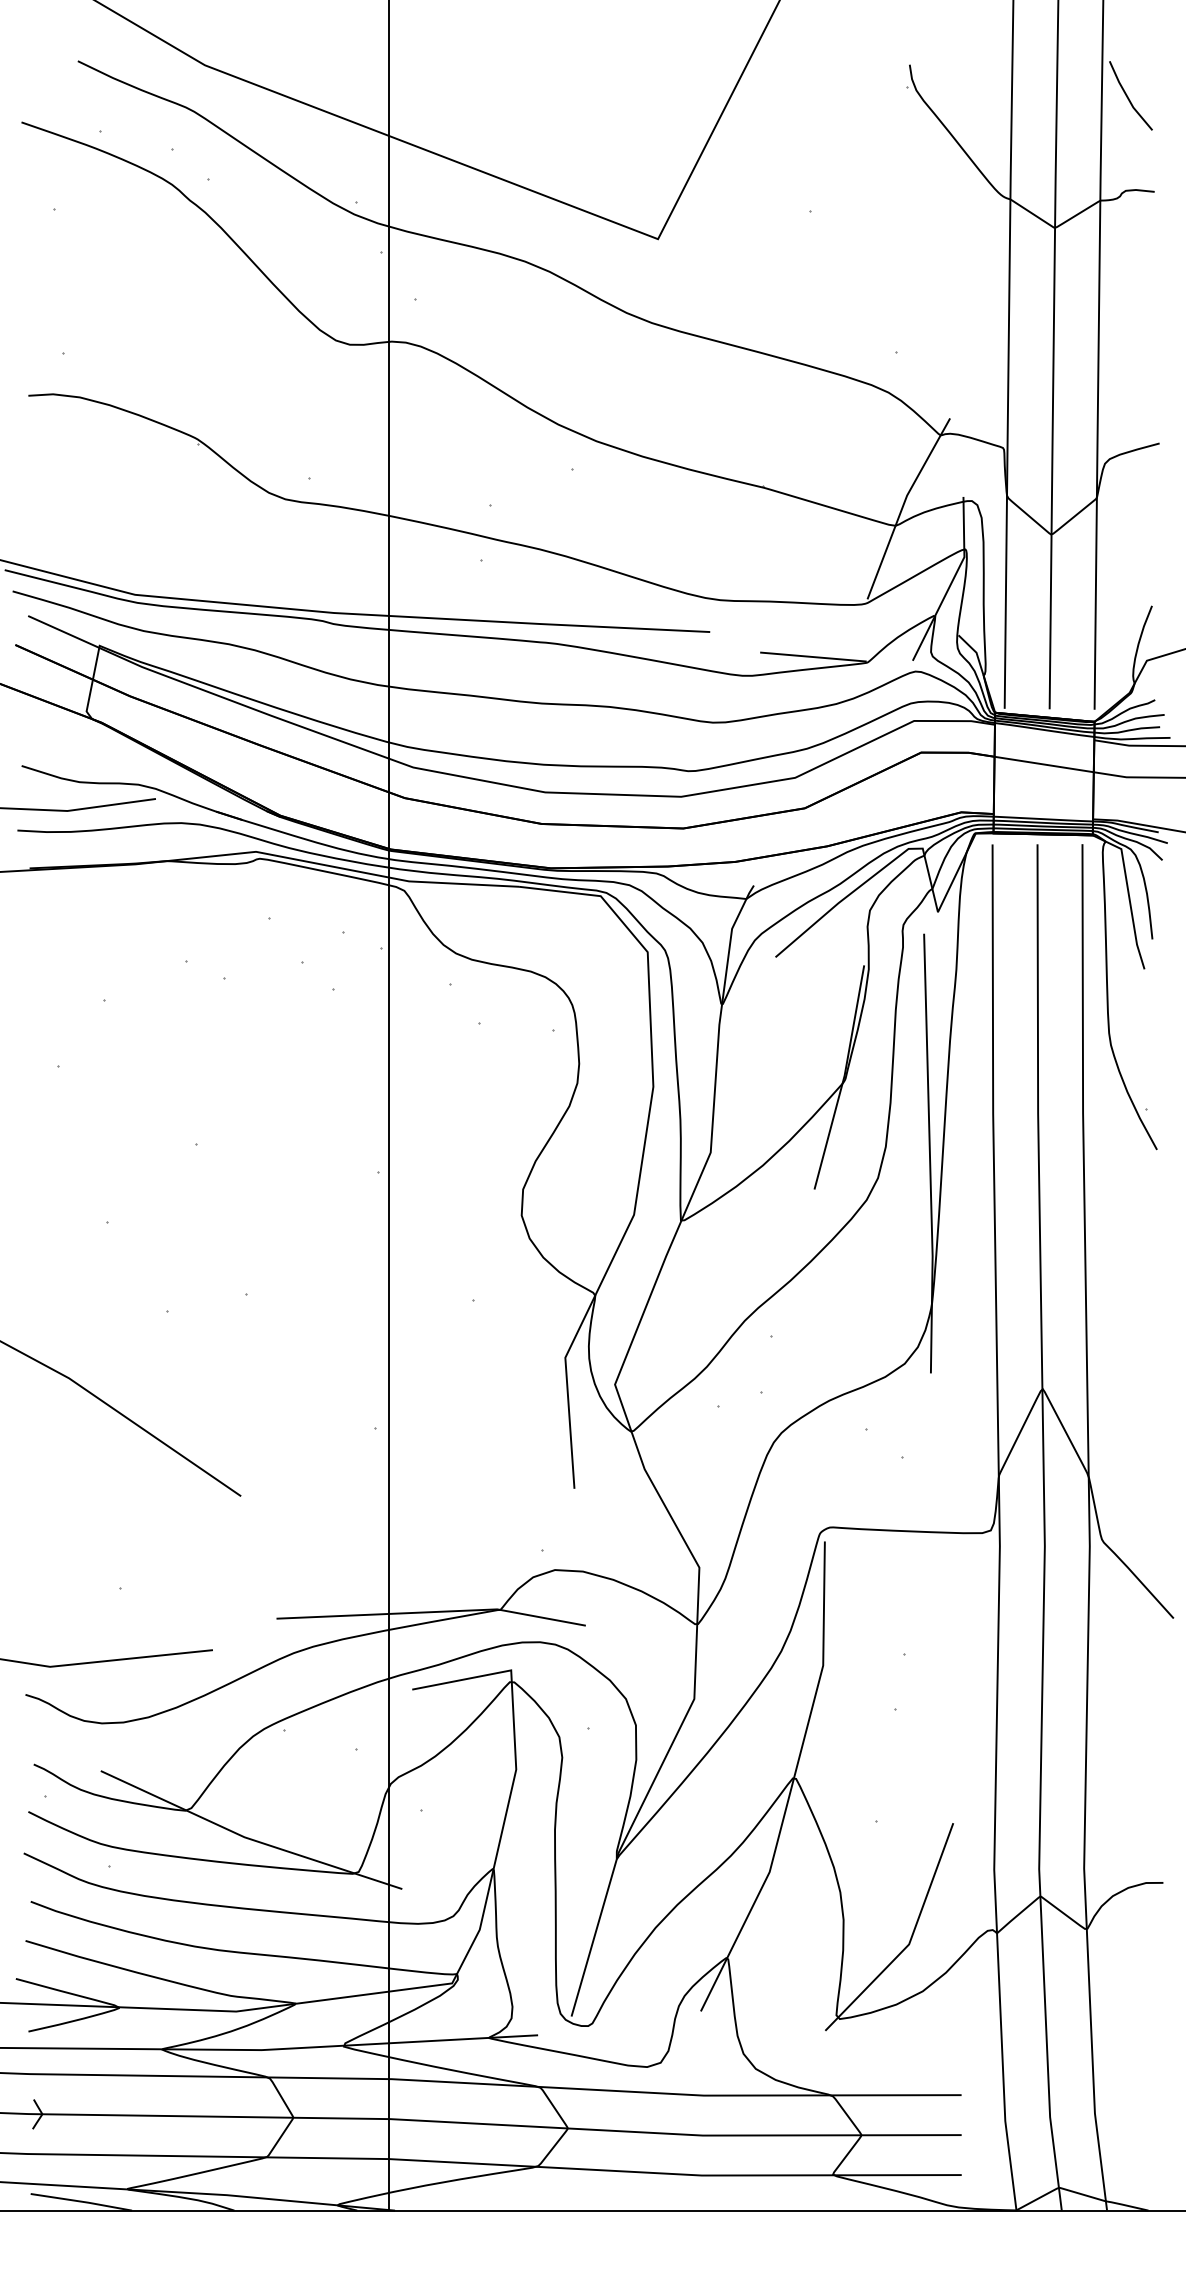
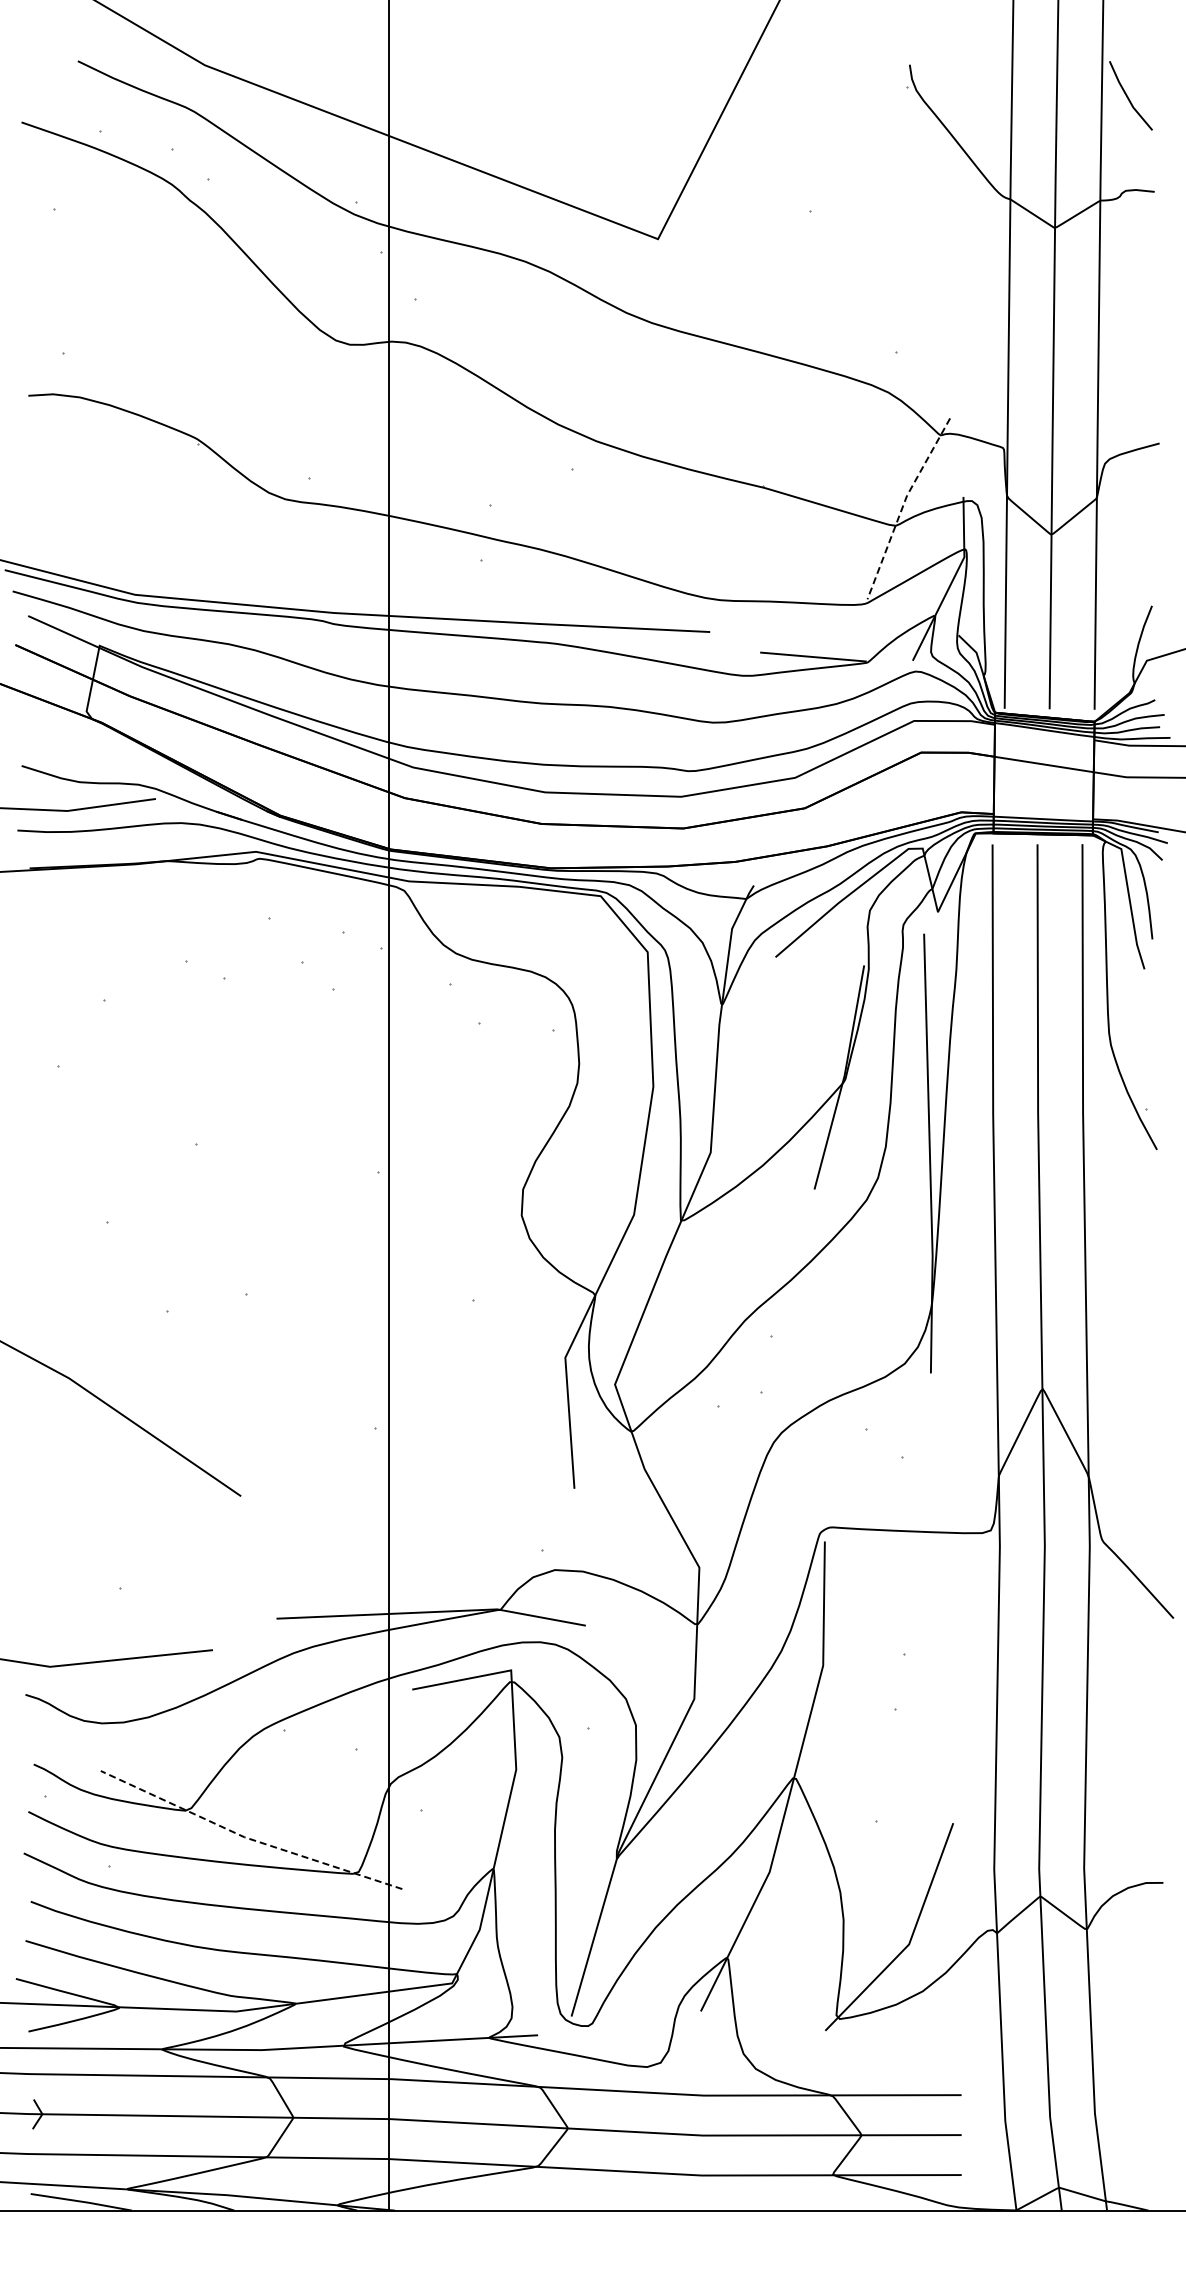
line at (903, 505): solid -> dashed
line at (247, 1838): solid -> dashed
